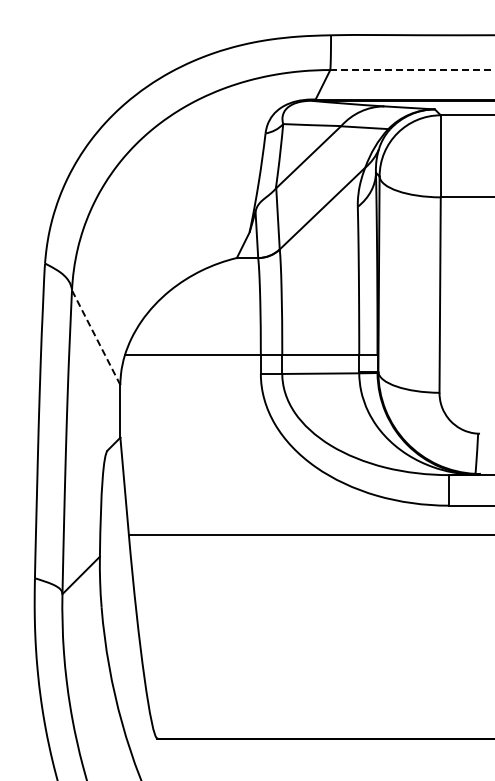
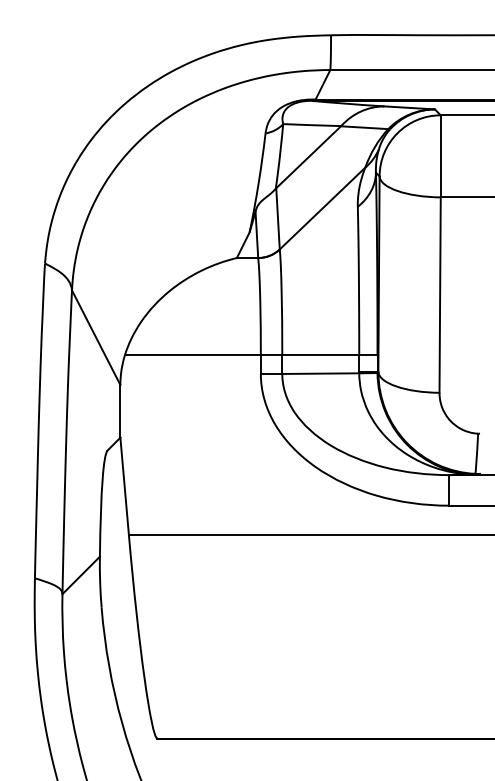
line at (412, 70): dashed -> solid
line at (95, 337): dashed -> solid
